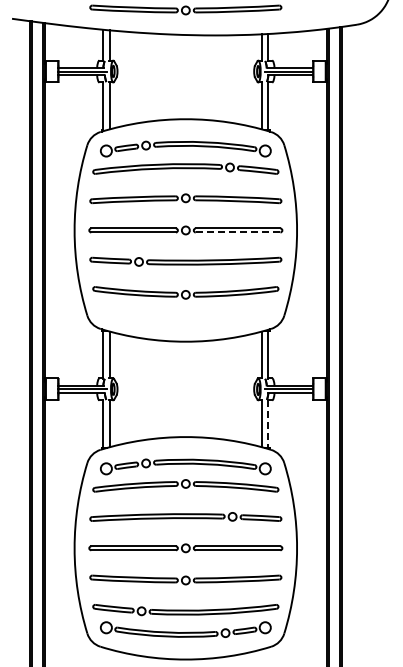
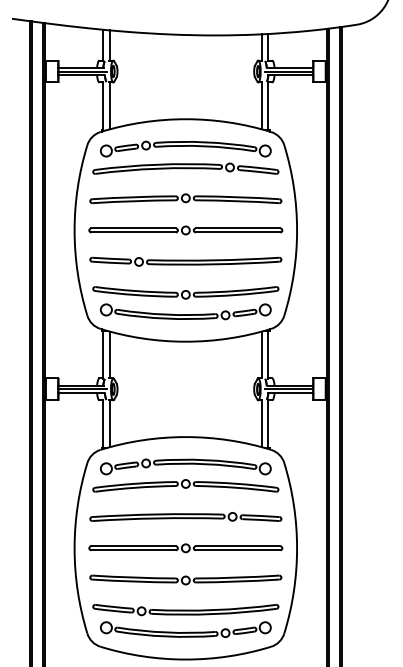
part at (185, 9): present -> none
line at (238, 232): dashed -> solid
part at (185, 311): none -> present
line at (268, 424): dashed -> solid
